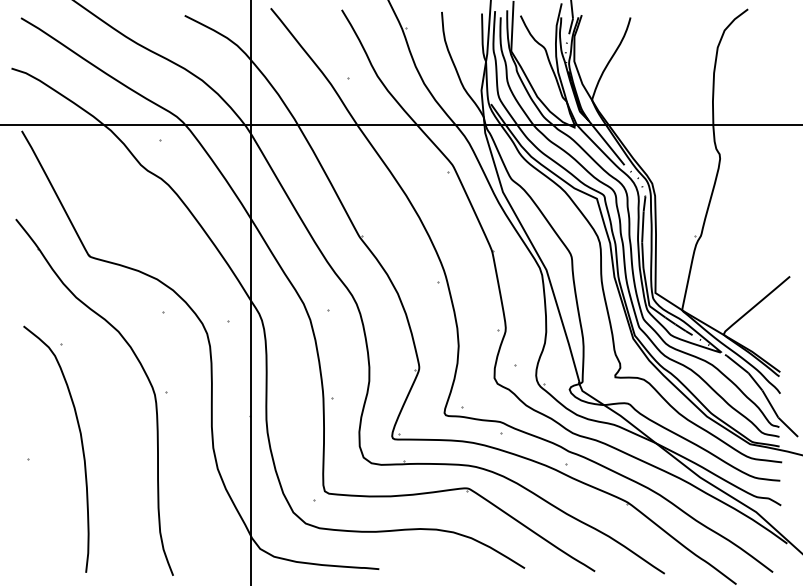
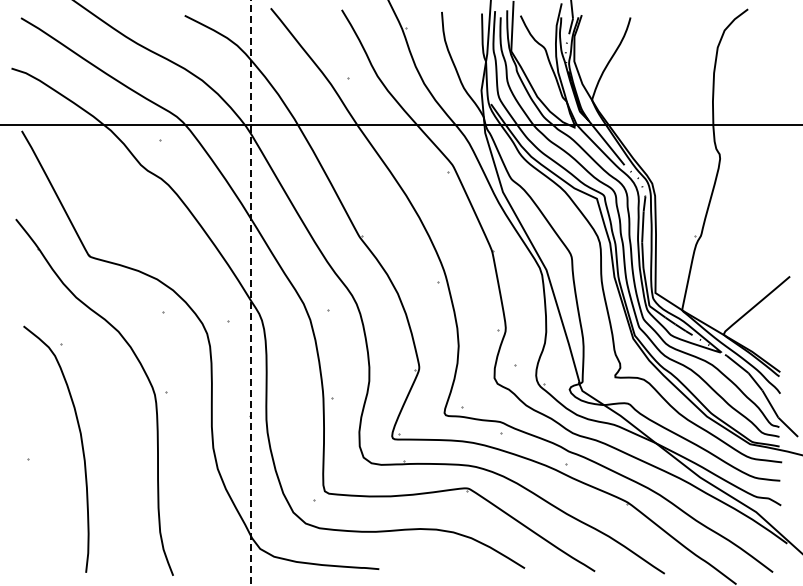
line at (250, 293): solid -> dashed
